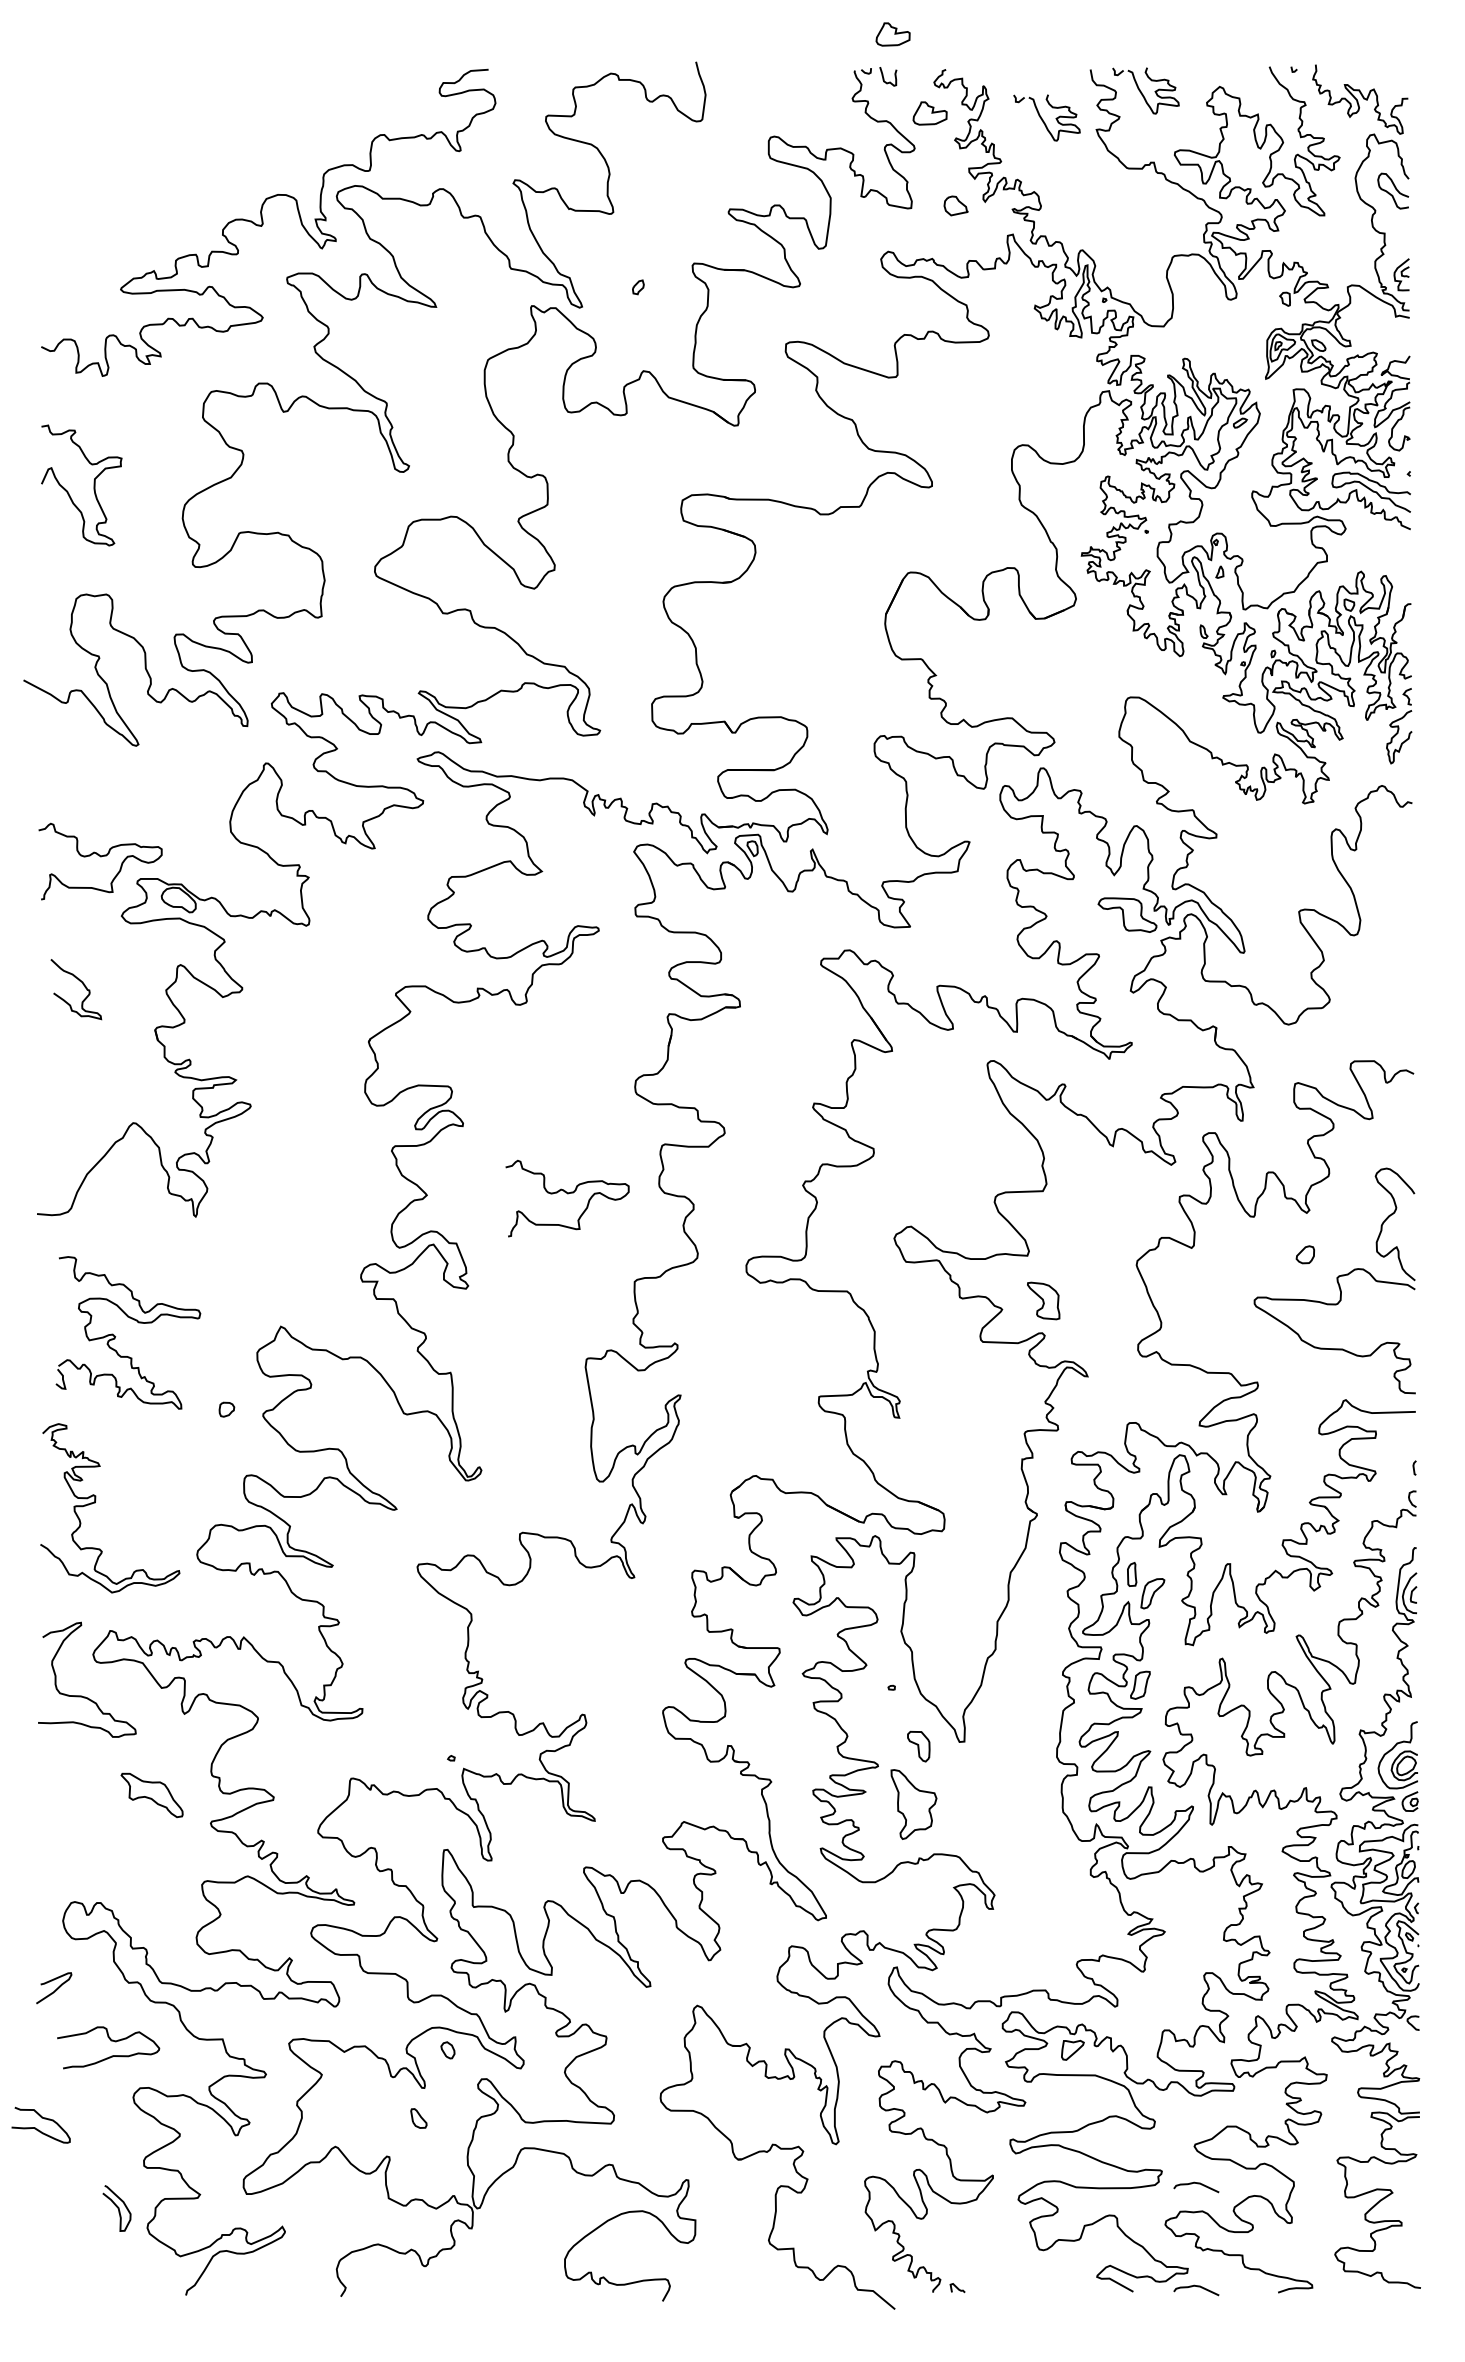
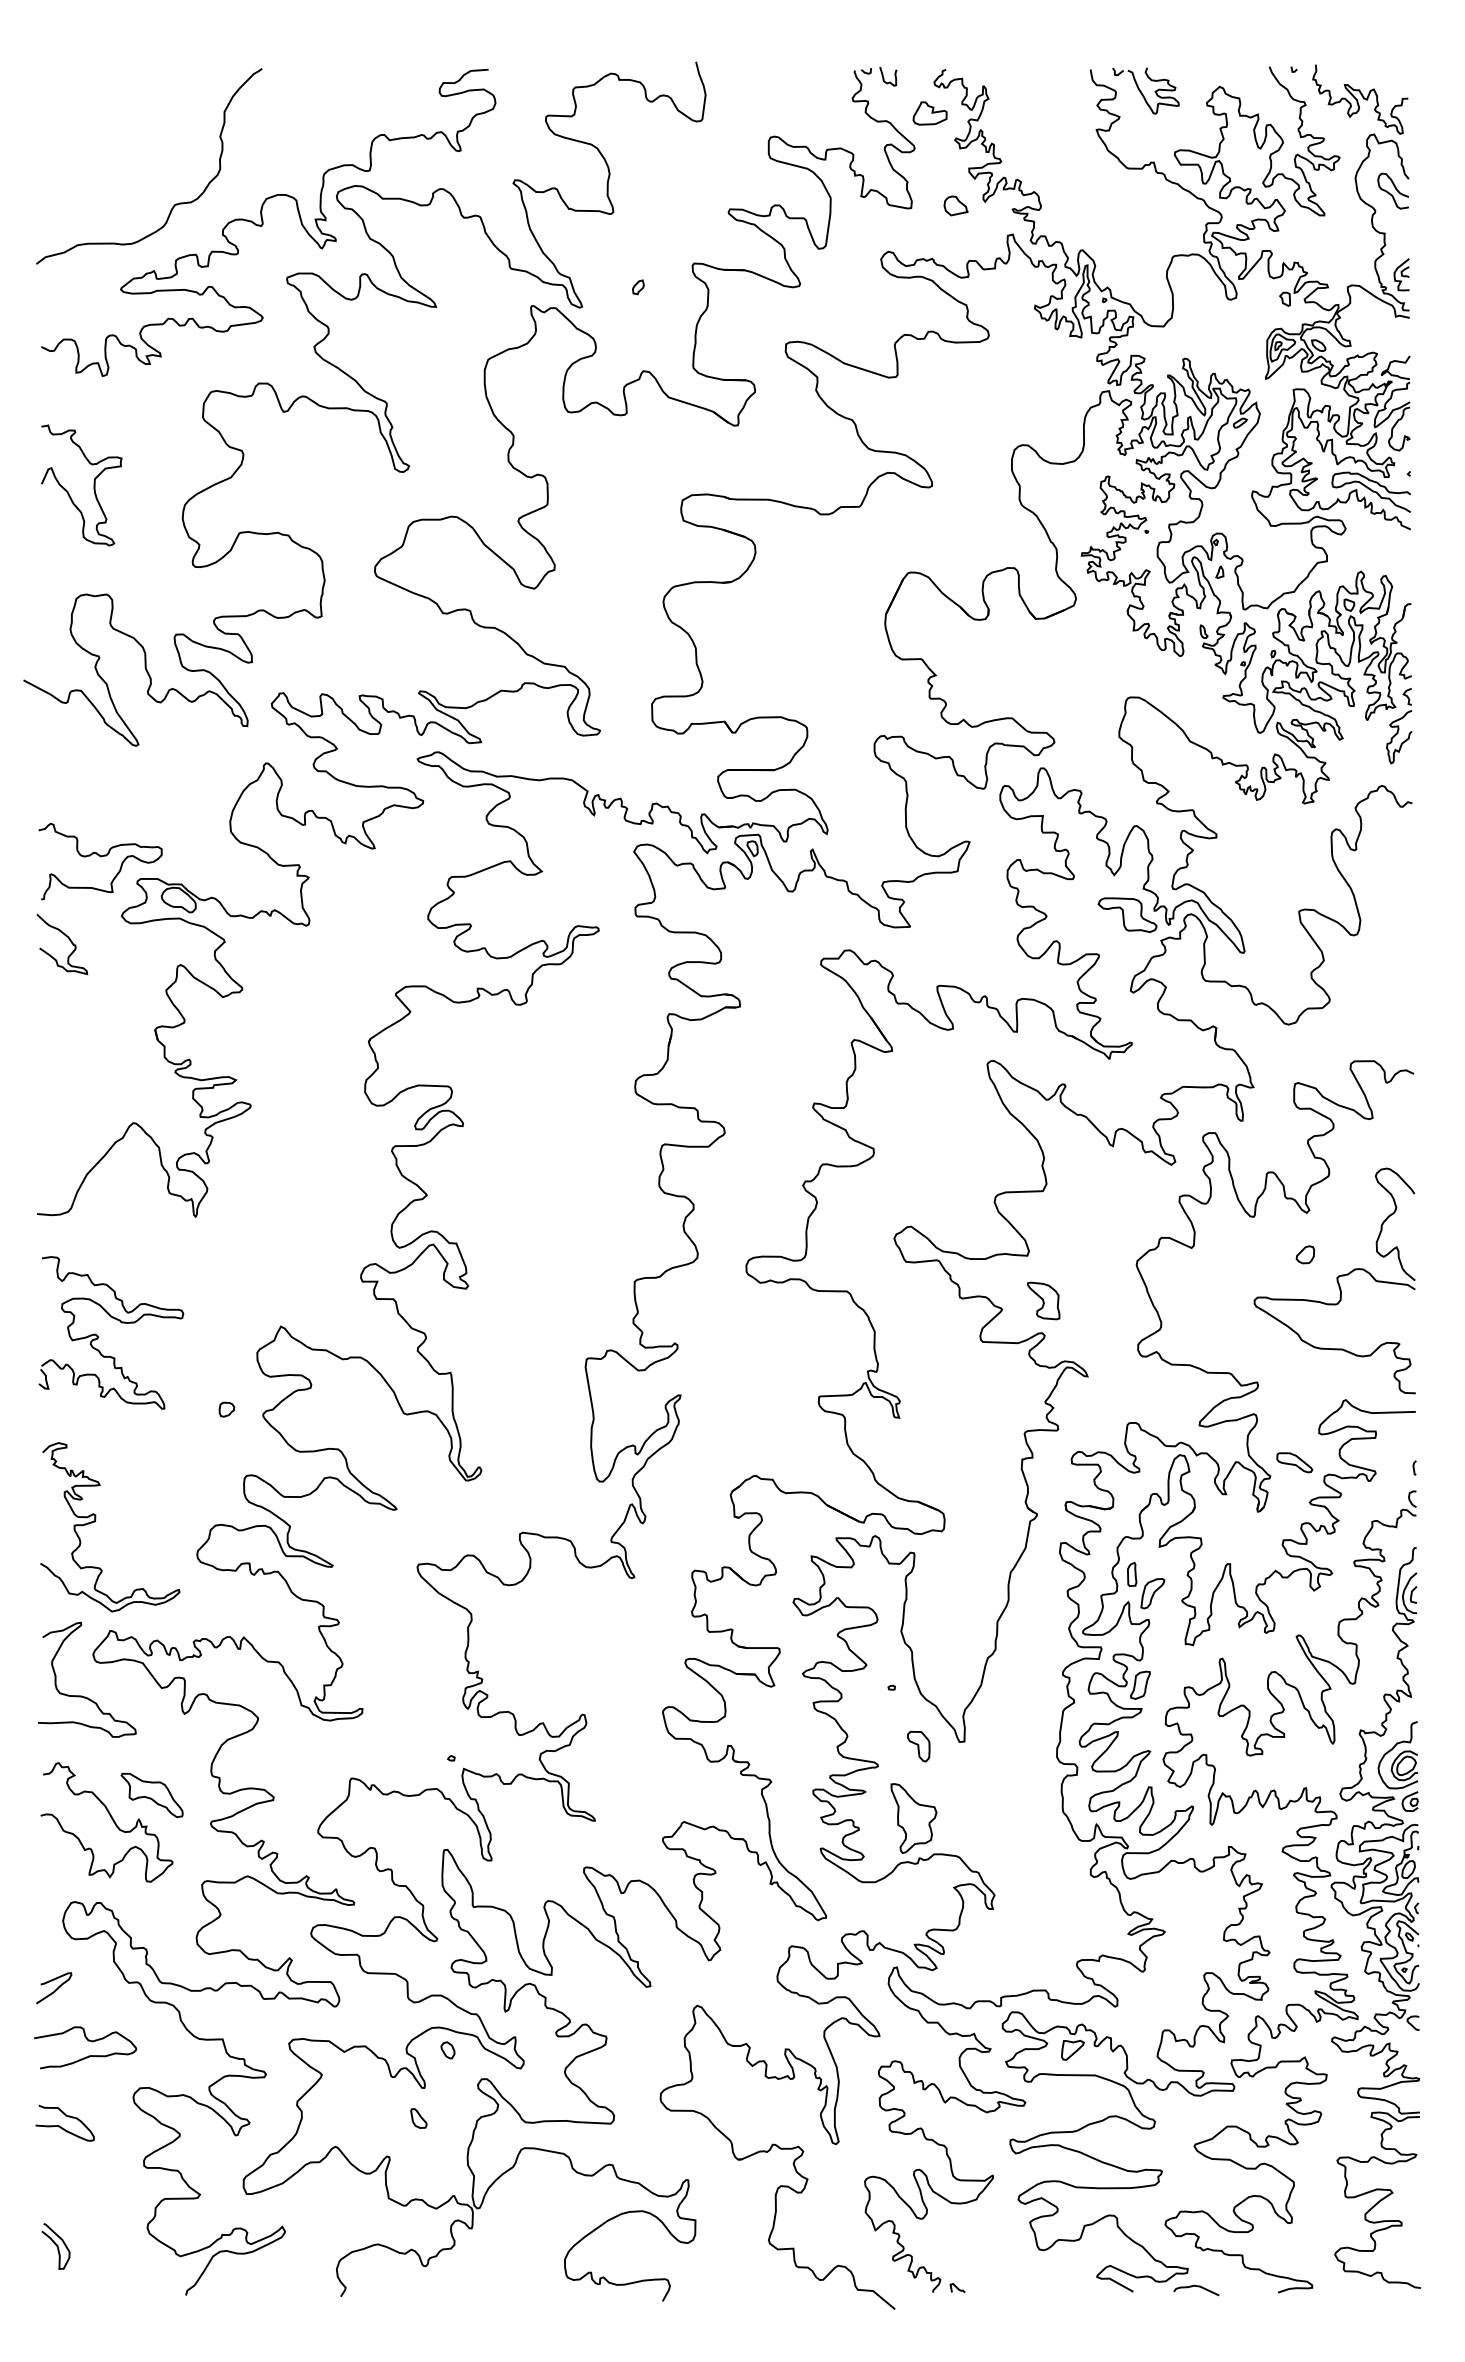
part at (892, 34): present -> none
part at (1046, 117): present -> none
curve at (174, 204): none -> present
curve at (82, 984) position: (82, 984) -> (68, 939)
curve at (567, 1194): present -> none
part at (116, 1336) position: (116, 1336) -> (99, 1336)
part at (1294, 1462): none -> present
curve at (95, 1503) position: (95, 1503) -> (95, 1522)
part at (913, 1804) position: (913, 1804) -> (913, 1818)
curve at (111, 1819): none -> present
curve at (111, 2041) position: (111, 2041) -> (88, 2041)
curve at (37, 2128) position: (37, 2128) -> (61, 2126)
curve at (1197, 2184): present -> none
curve at (116, 2207) position: (116, 2207) -> (55, 2245)
